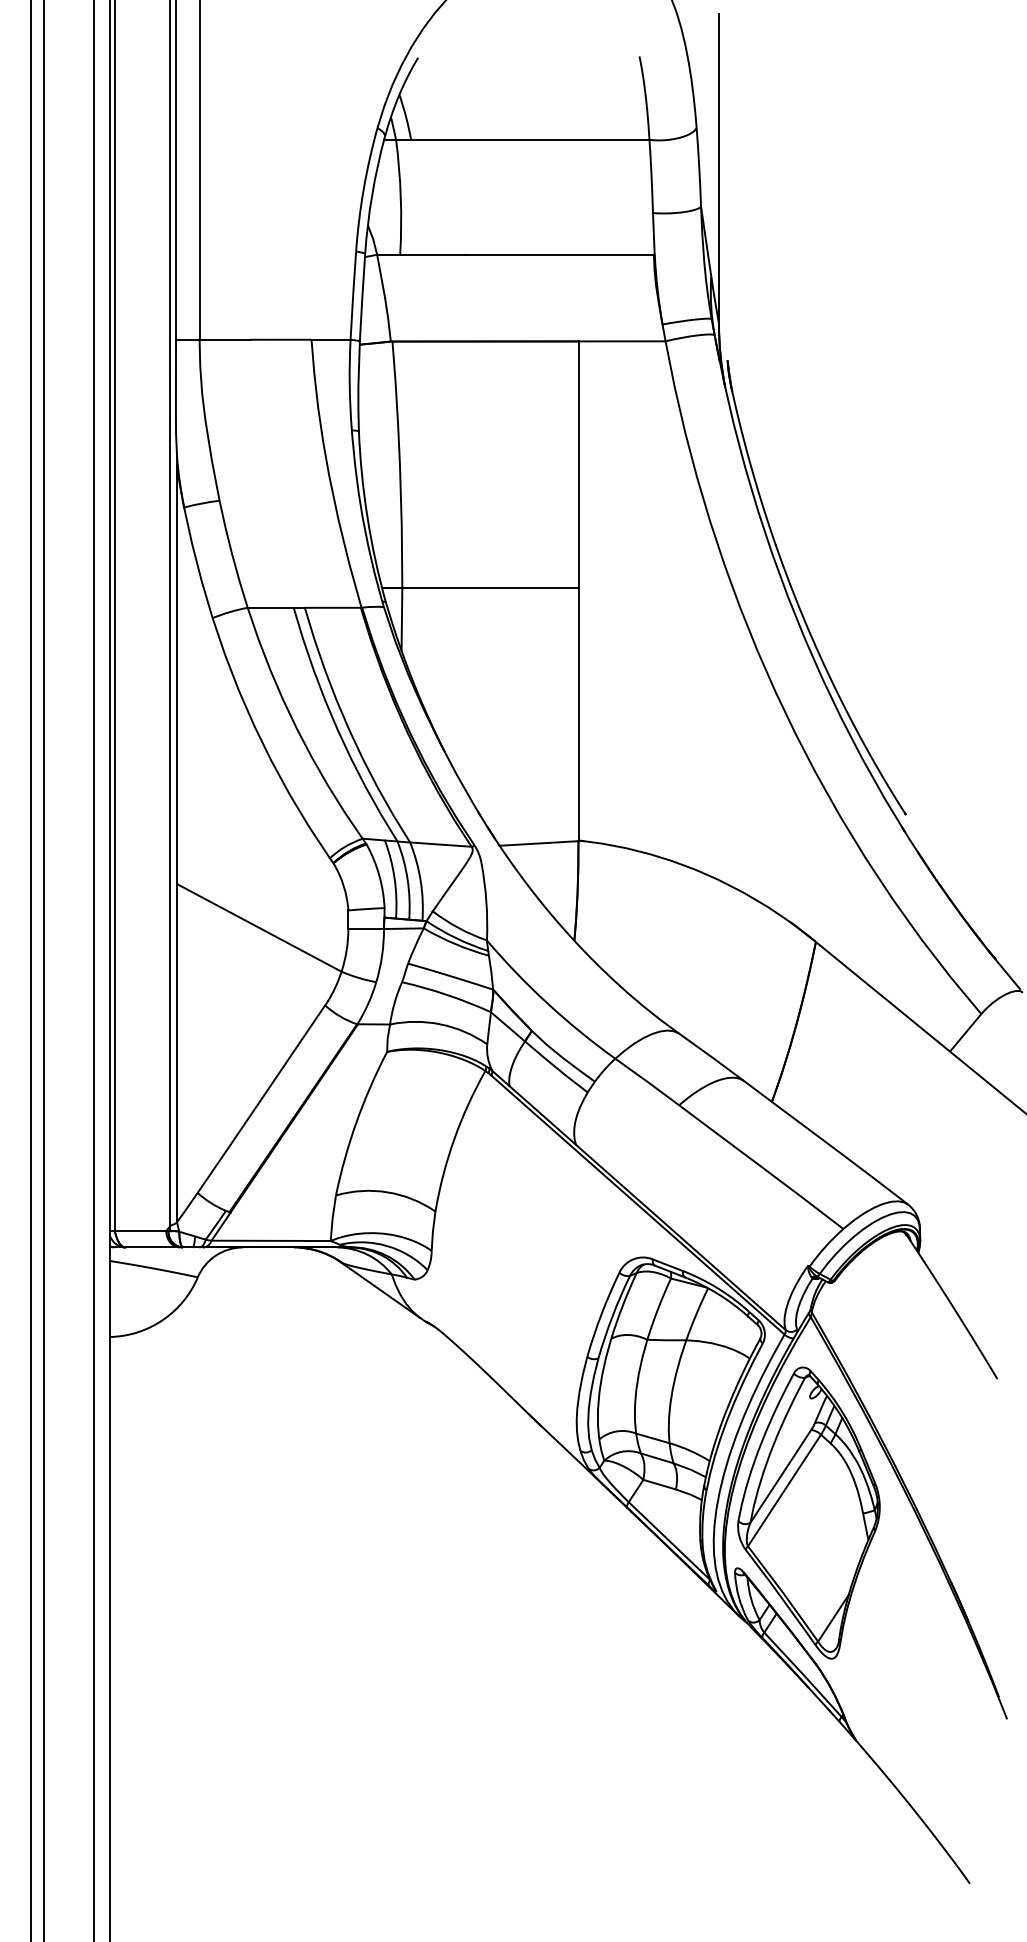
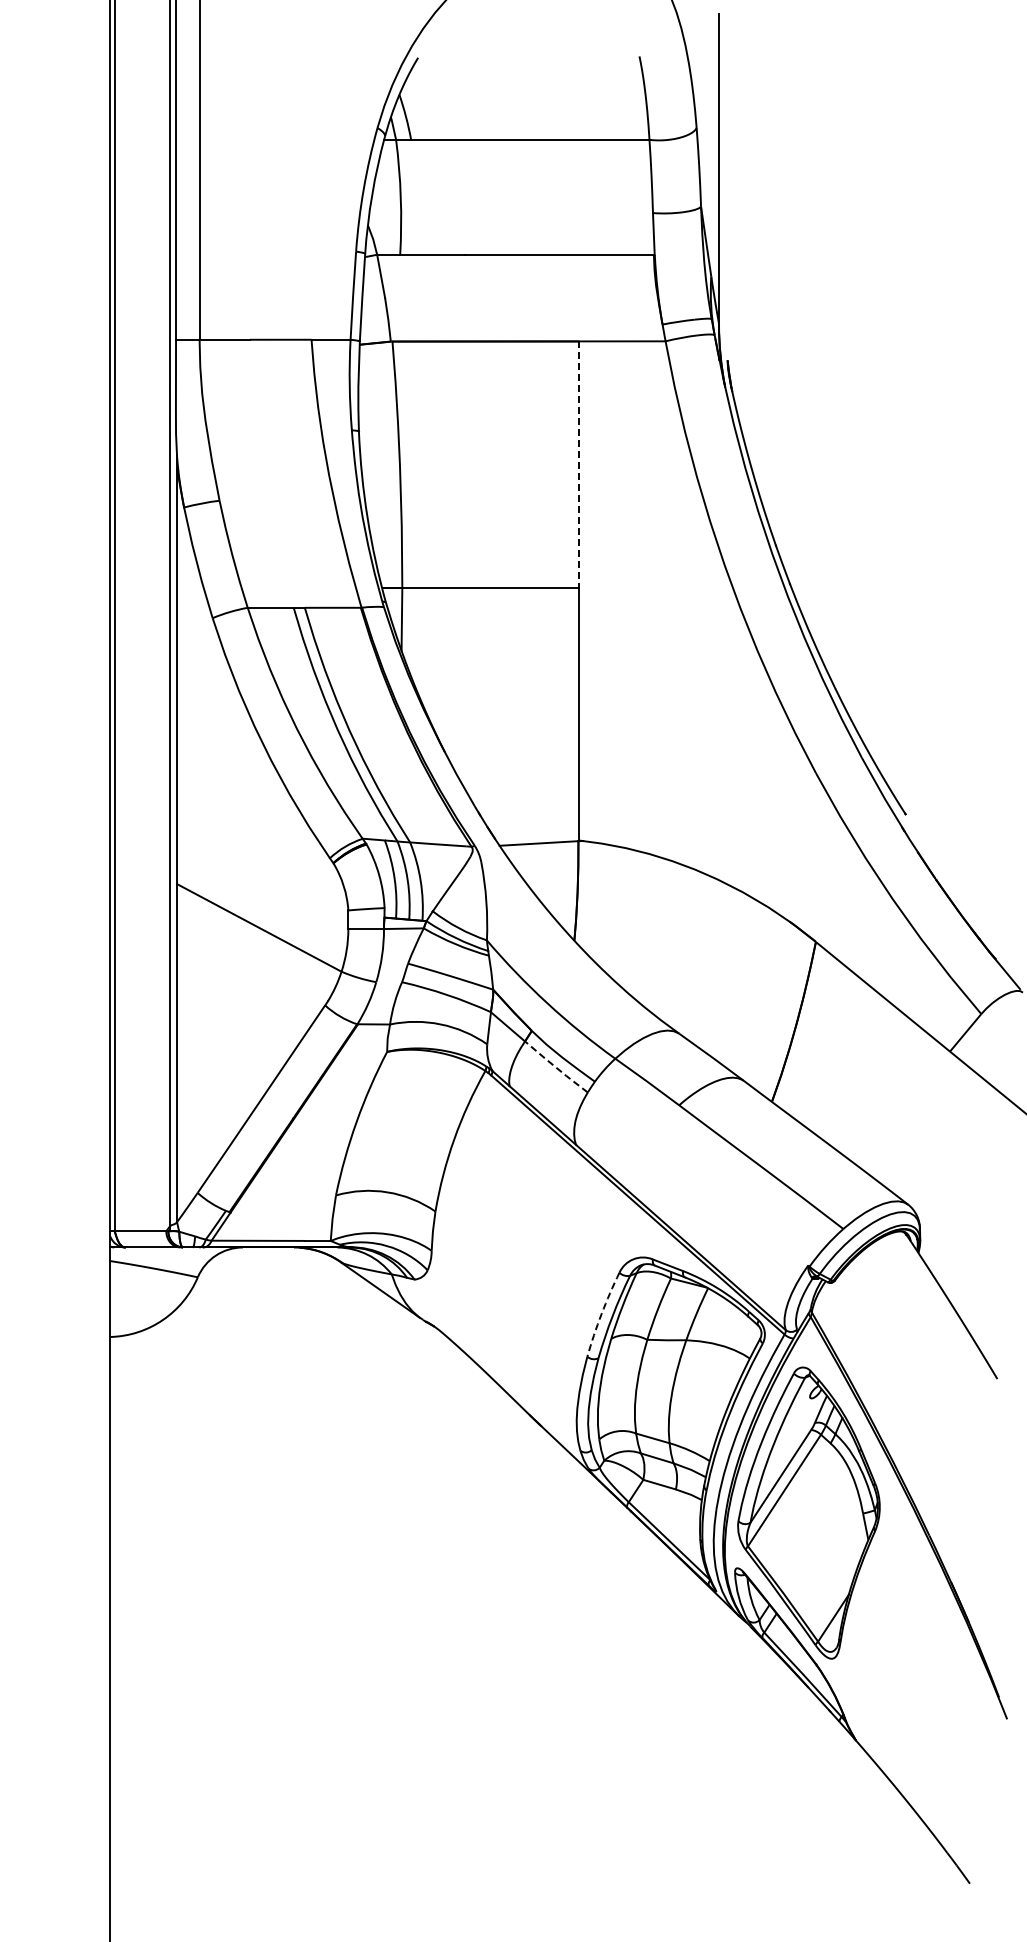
line at (578, 465): solid -> dashed
line at (30, 970): present -> none
line at (43, 970): present -> none
line at (94, 970): present -> none
line at (555, 1067): solid -> dashed
arc at (601, 1314): solid -> dashed
